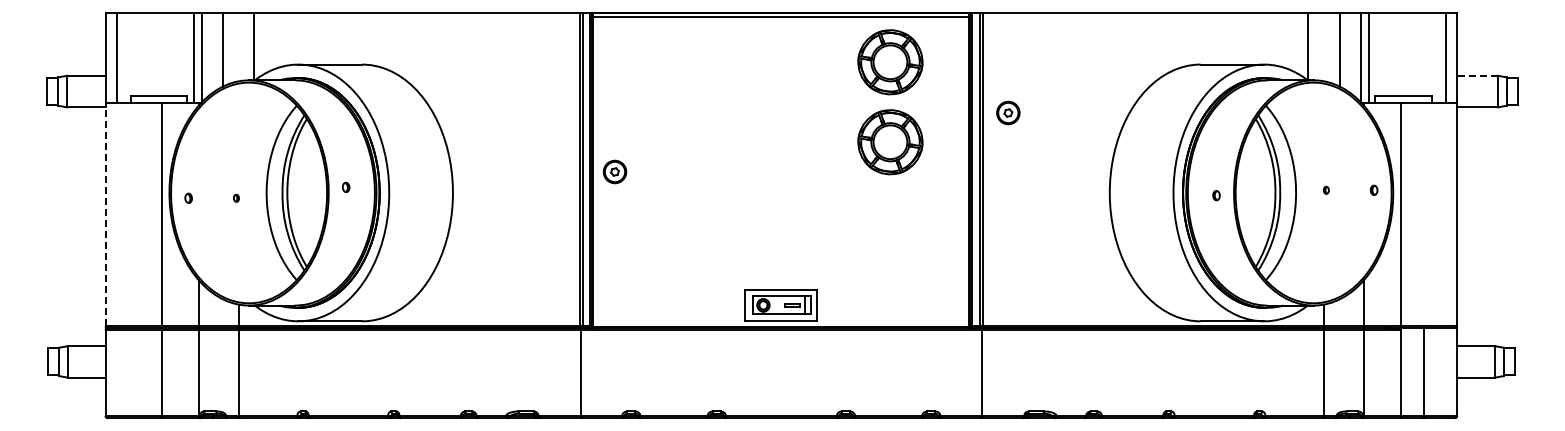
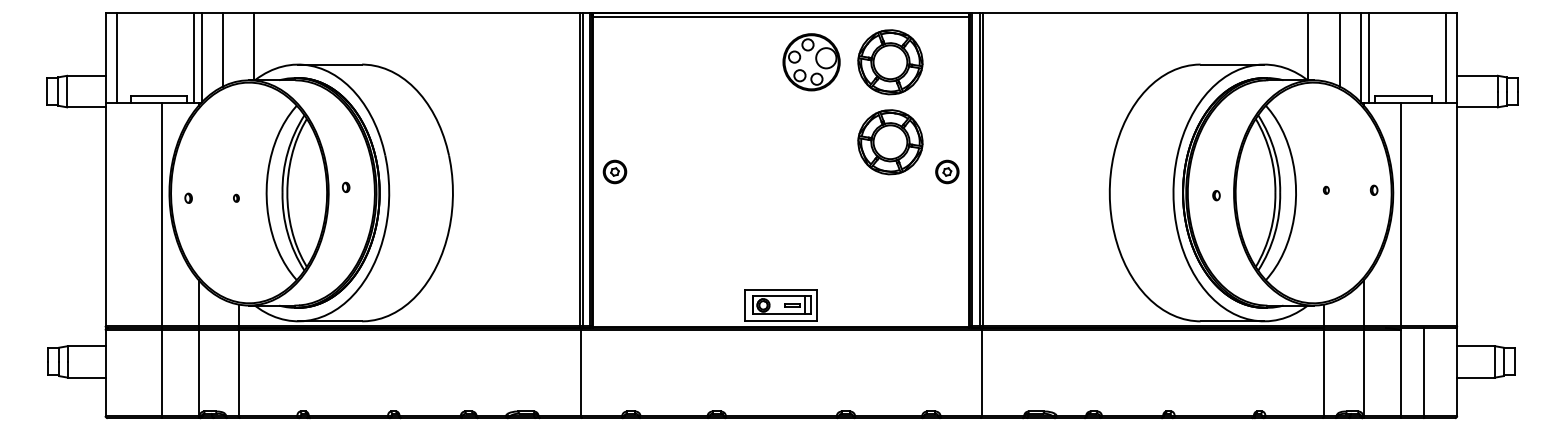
part at (811, 62): none -> present
line at (1477, 75): dashed -> solid
part at (1008, 112) position: (1008, 112) -> (947, 171)
line at (105, 214): dashed -> solid
